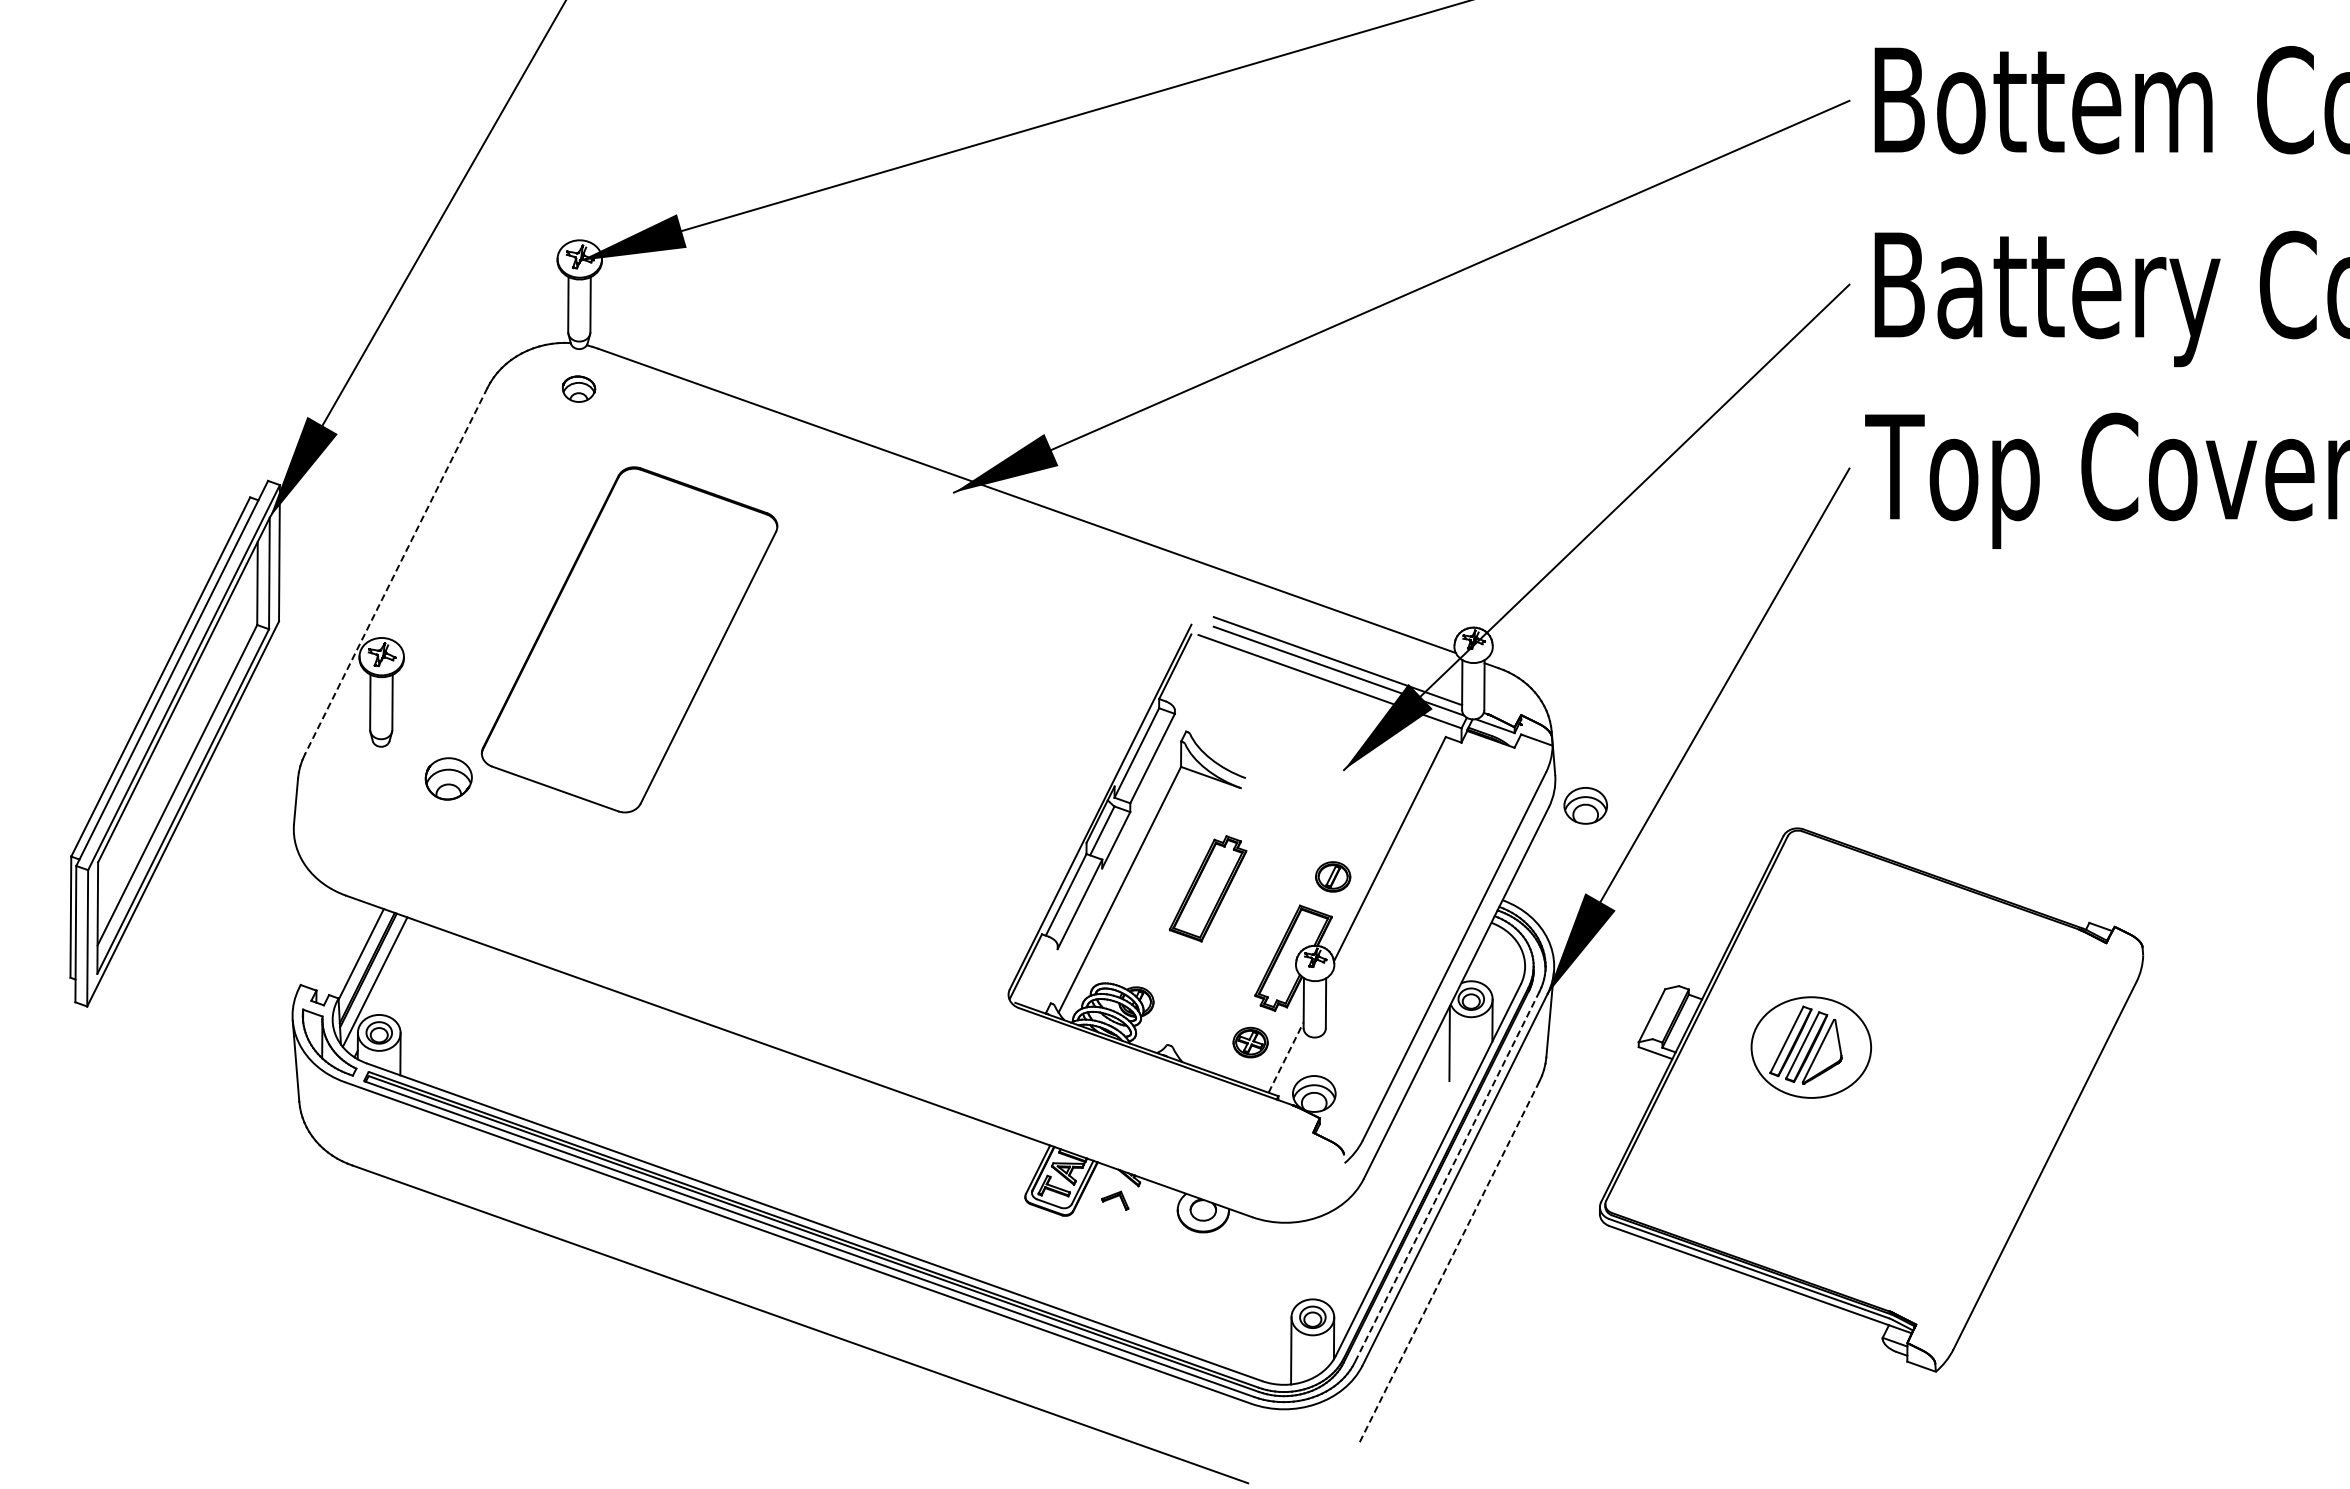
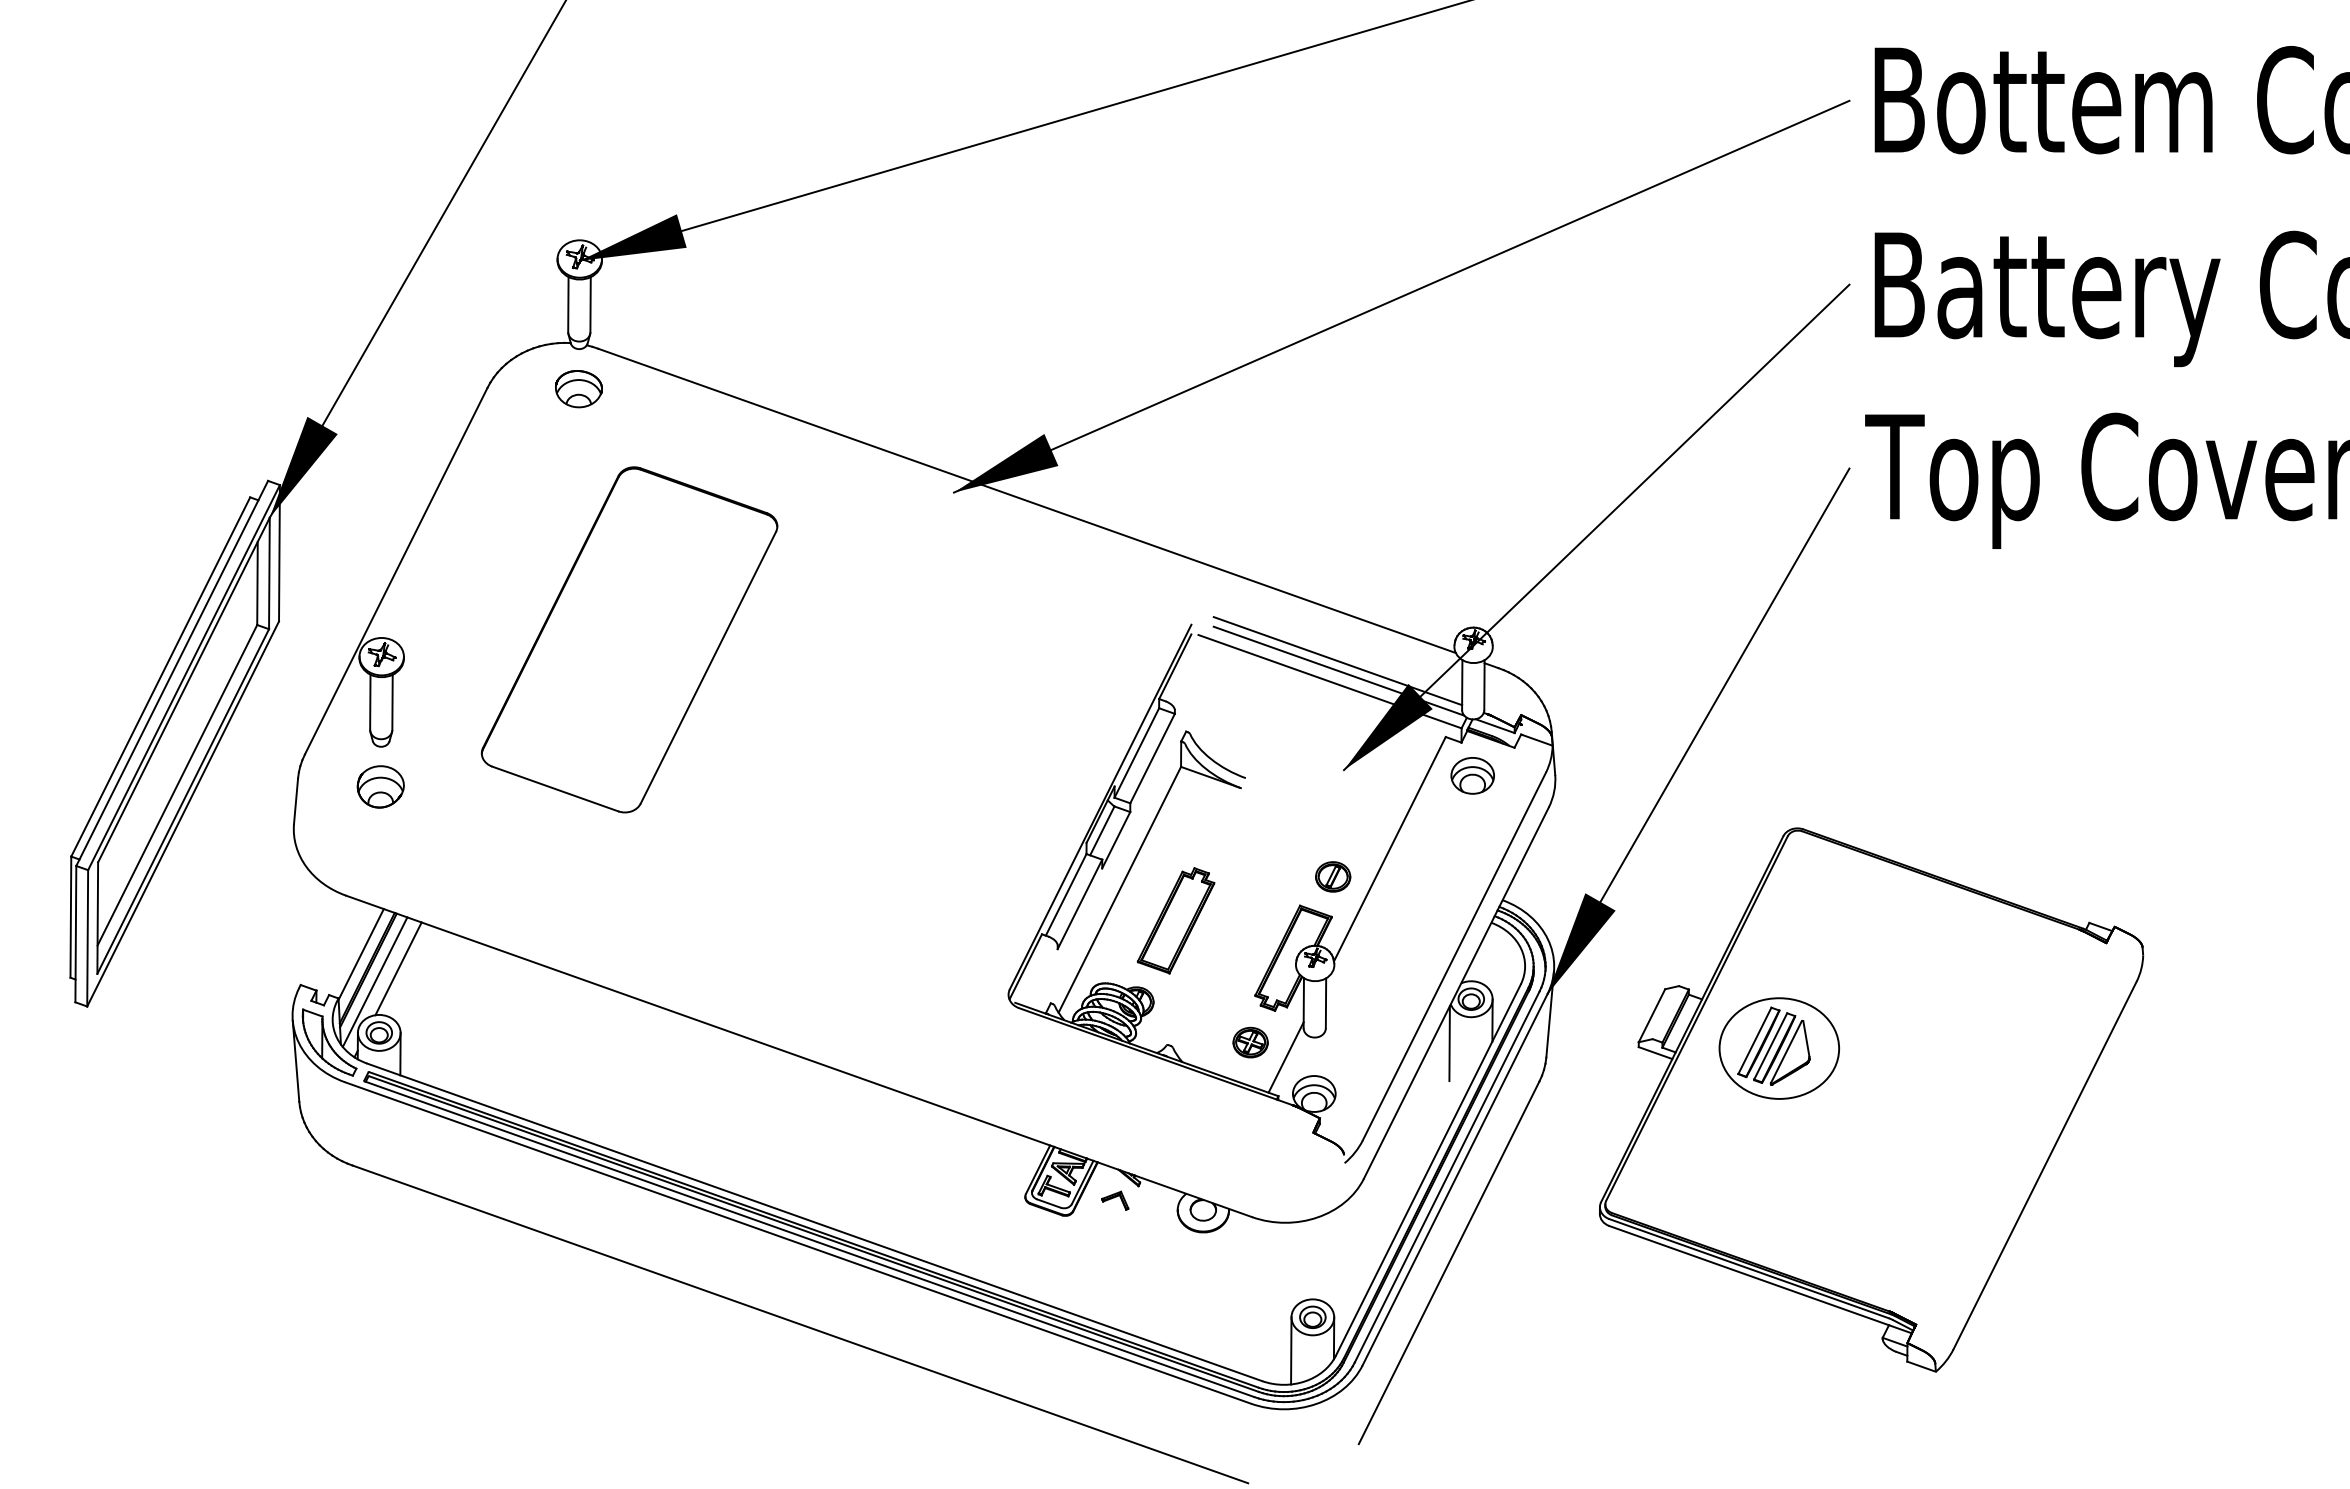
part at (579, 388) size: 35x28 px -> 48x39 px
line at (396, 571): dashed -> solid
part at (448, 778) position: (448, 778) -> (380, 786)
part at (1585, 805) position: (1585, 805) -> (1472, 775)
part at (1207, 888) position: (1207, 888) -> (1175, 920)
line at (398, 968): none -> present
part at (1810, 1047) position: (1810, 1047) -> (1778, 1048)
line at (1286, 1057): dashed -> solid
line at (1447, 1177): dashed -> solid
line at (1449, 1262): dashed -> solid
